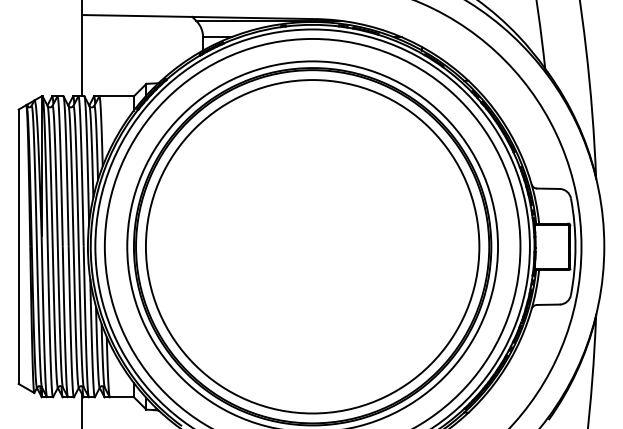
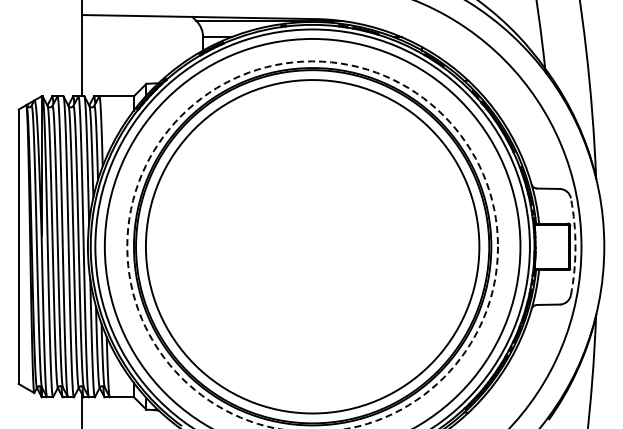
circle at (312, 244): solid -> dashed
arc at (575, 246): solid -> dashed
